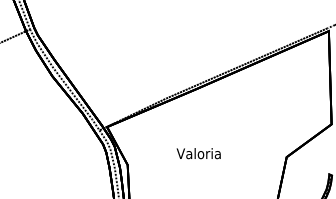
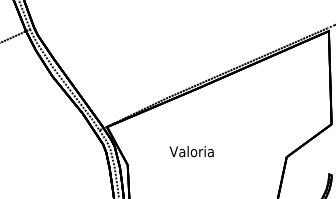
text at (198, 153) position: (198, 153) -> (191, 151)
